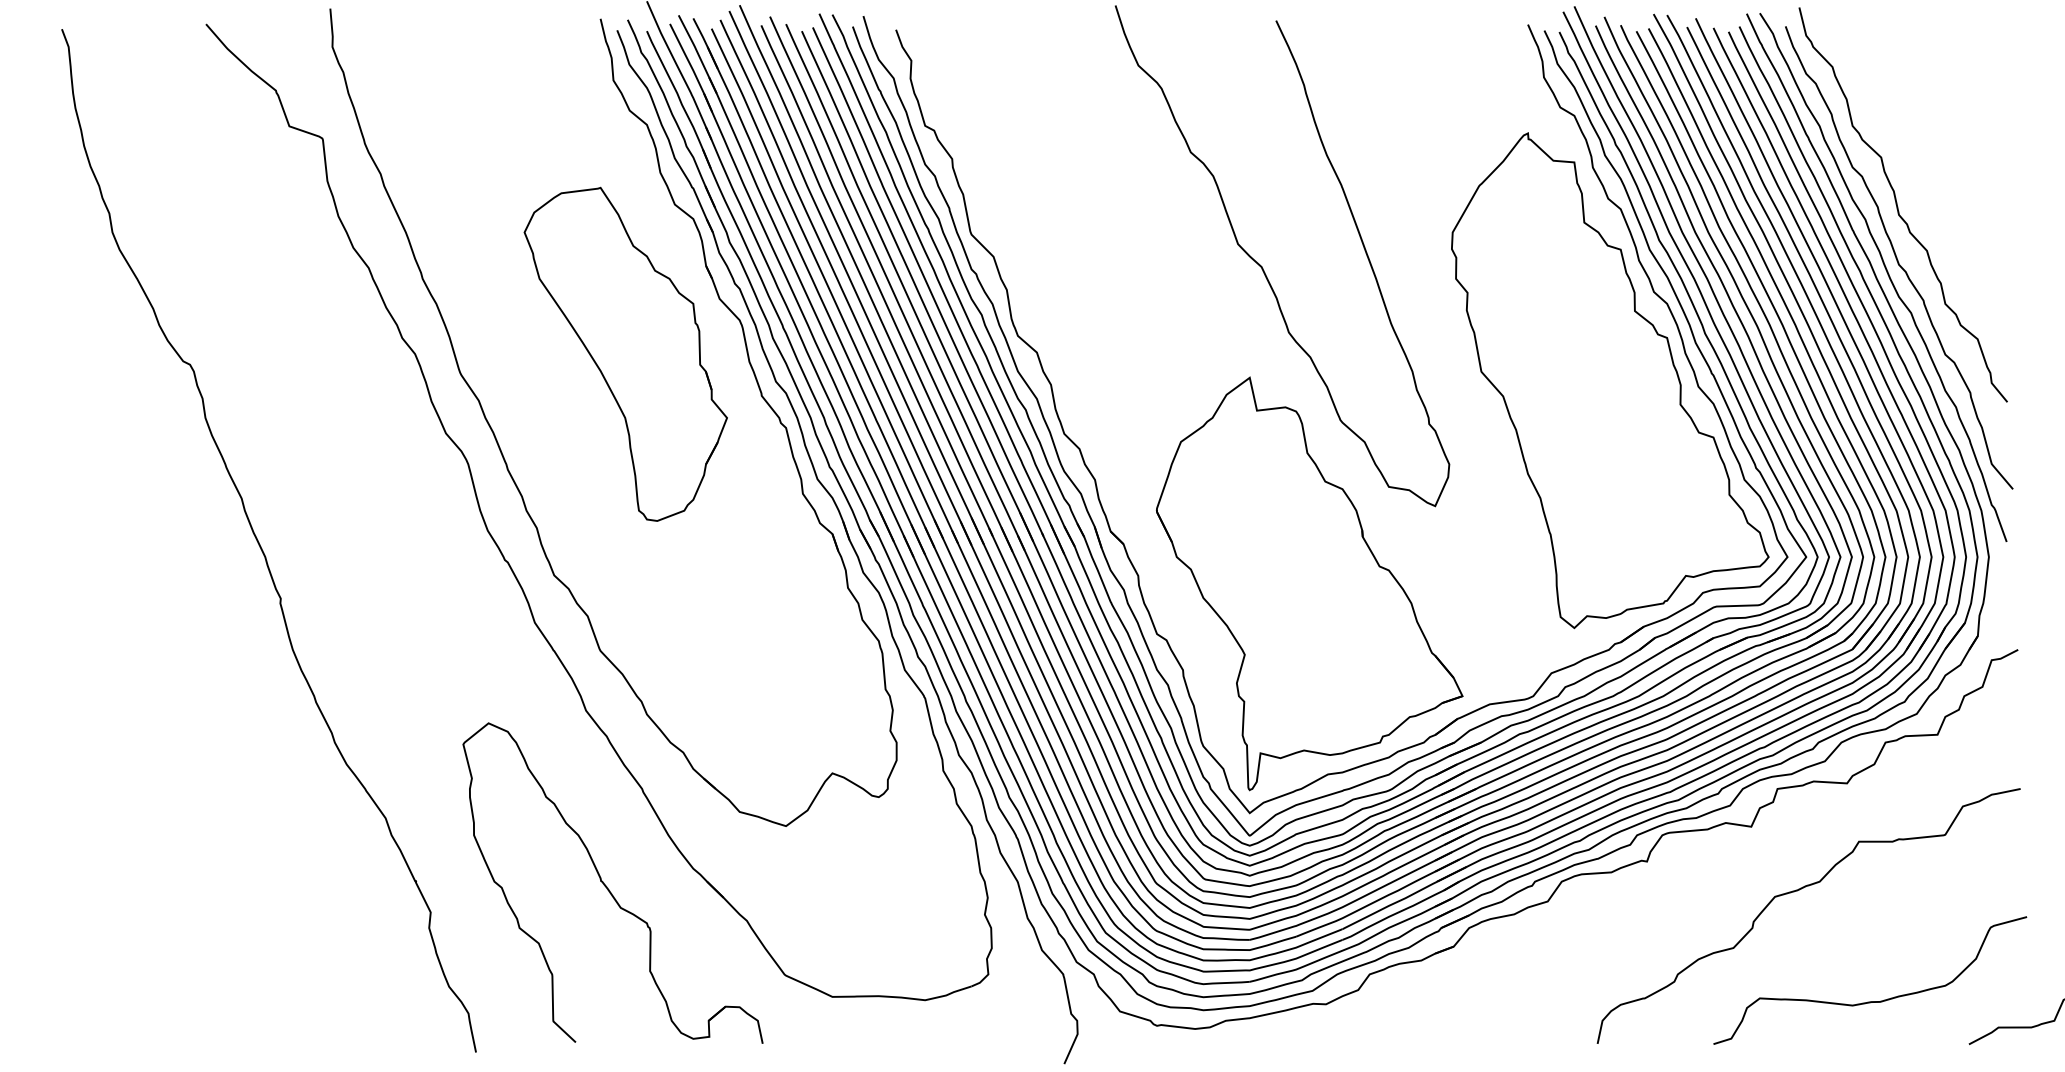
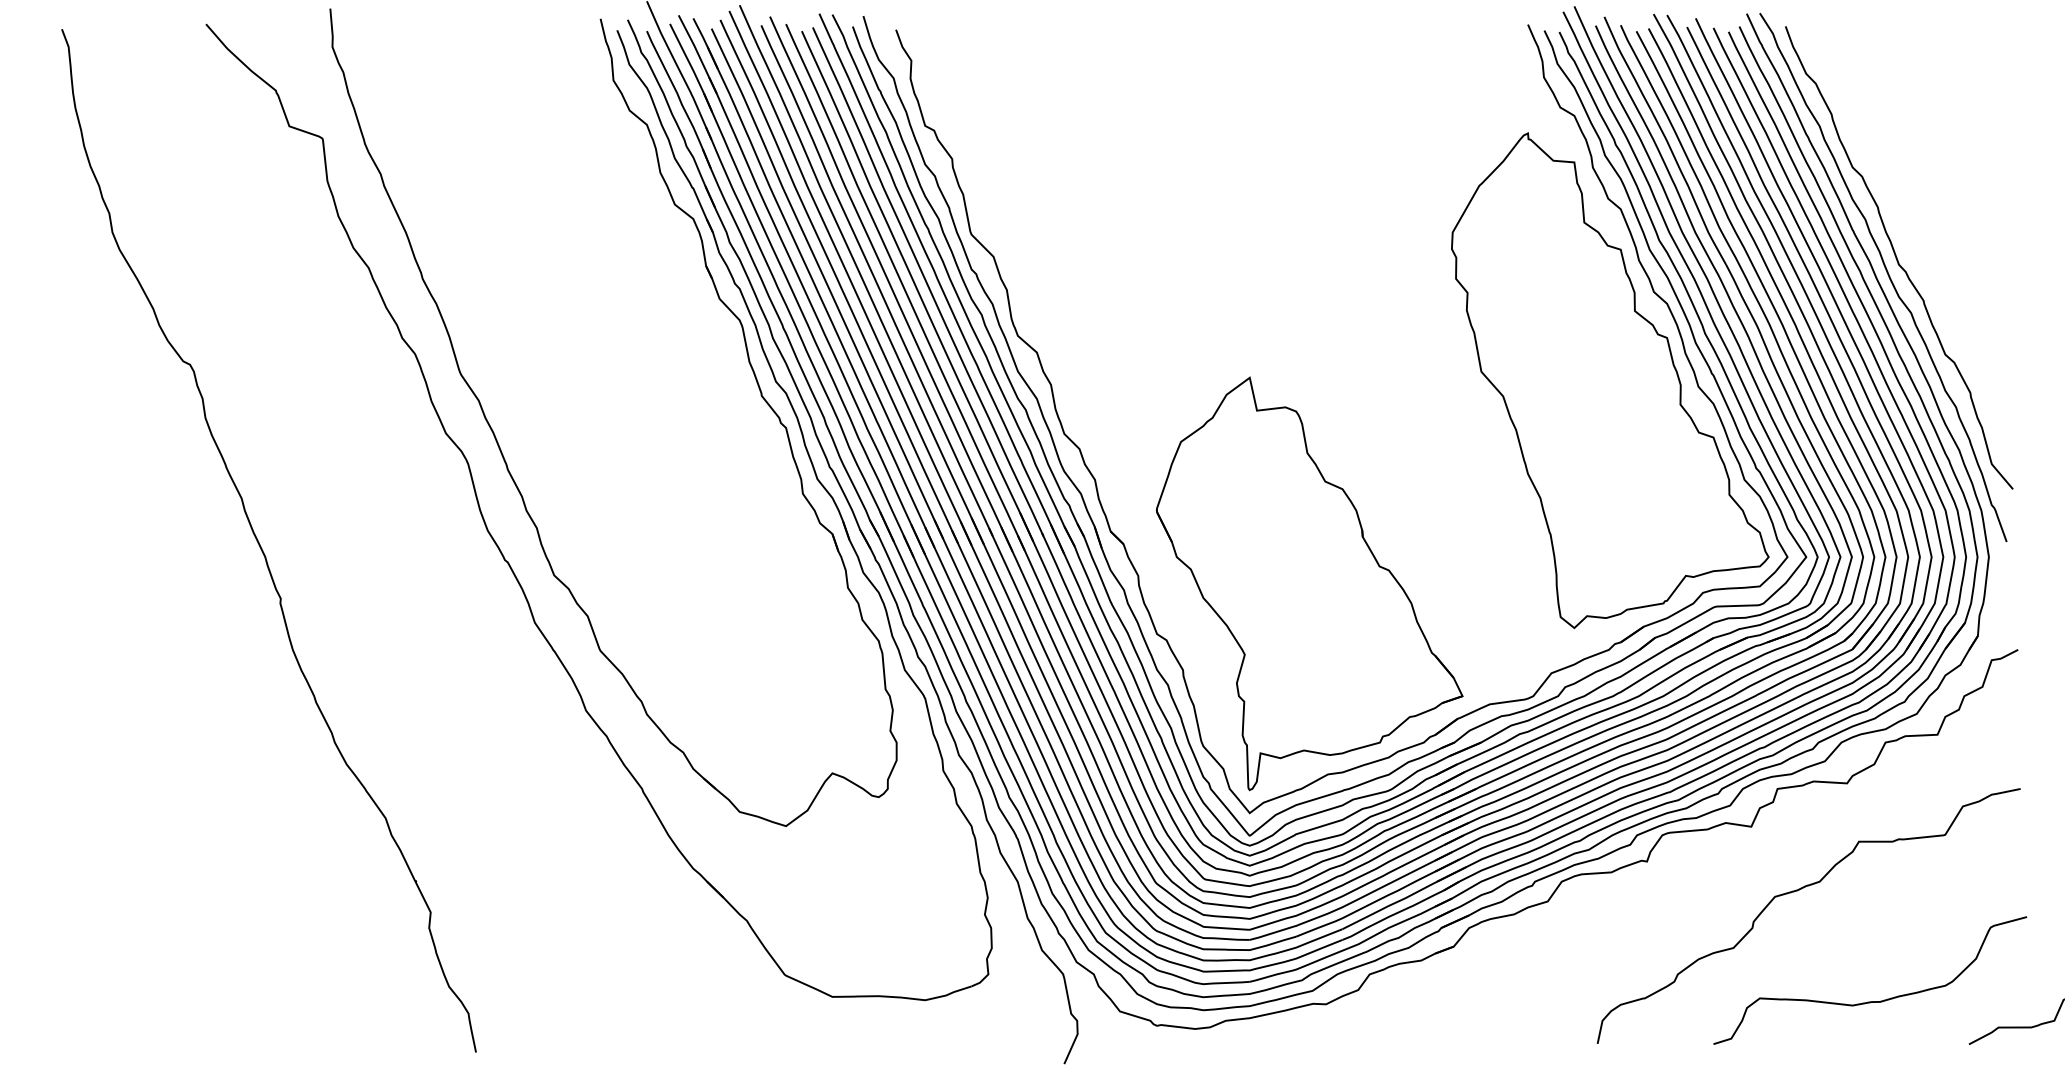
curve at (1898, 206): present -> none
curve at (1262, 266): present -> none
part at (625, 353): present -> none
part at (607, 886): present -> none
